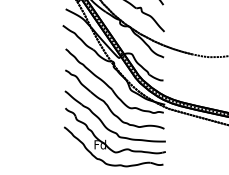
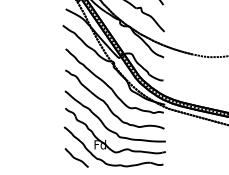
curve at (75, 157): none -> present
